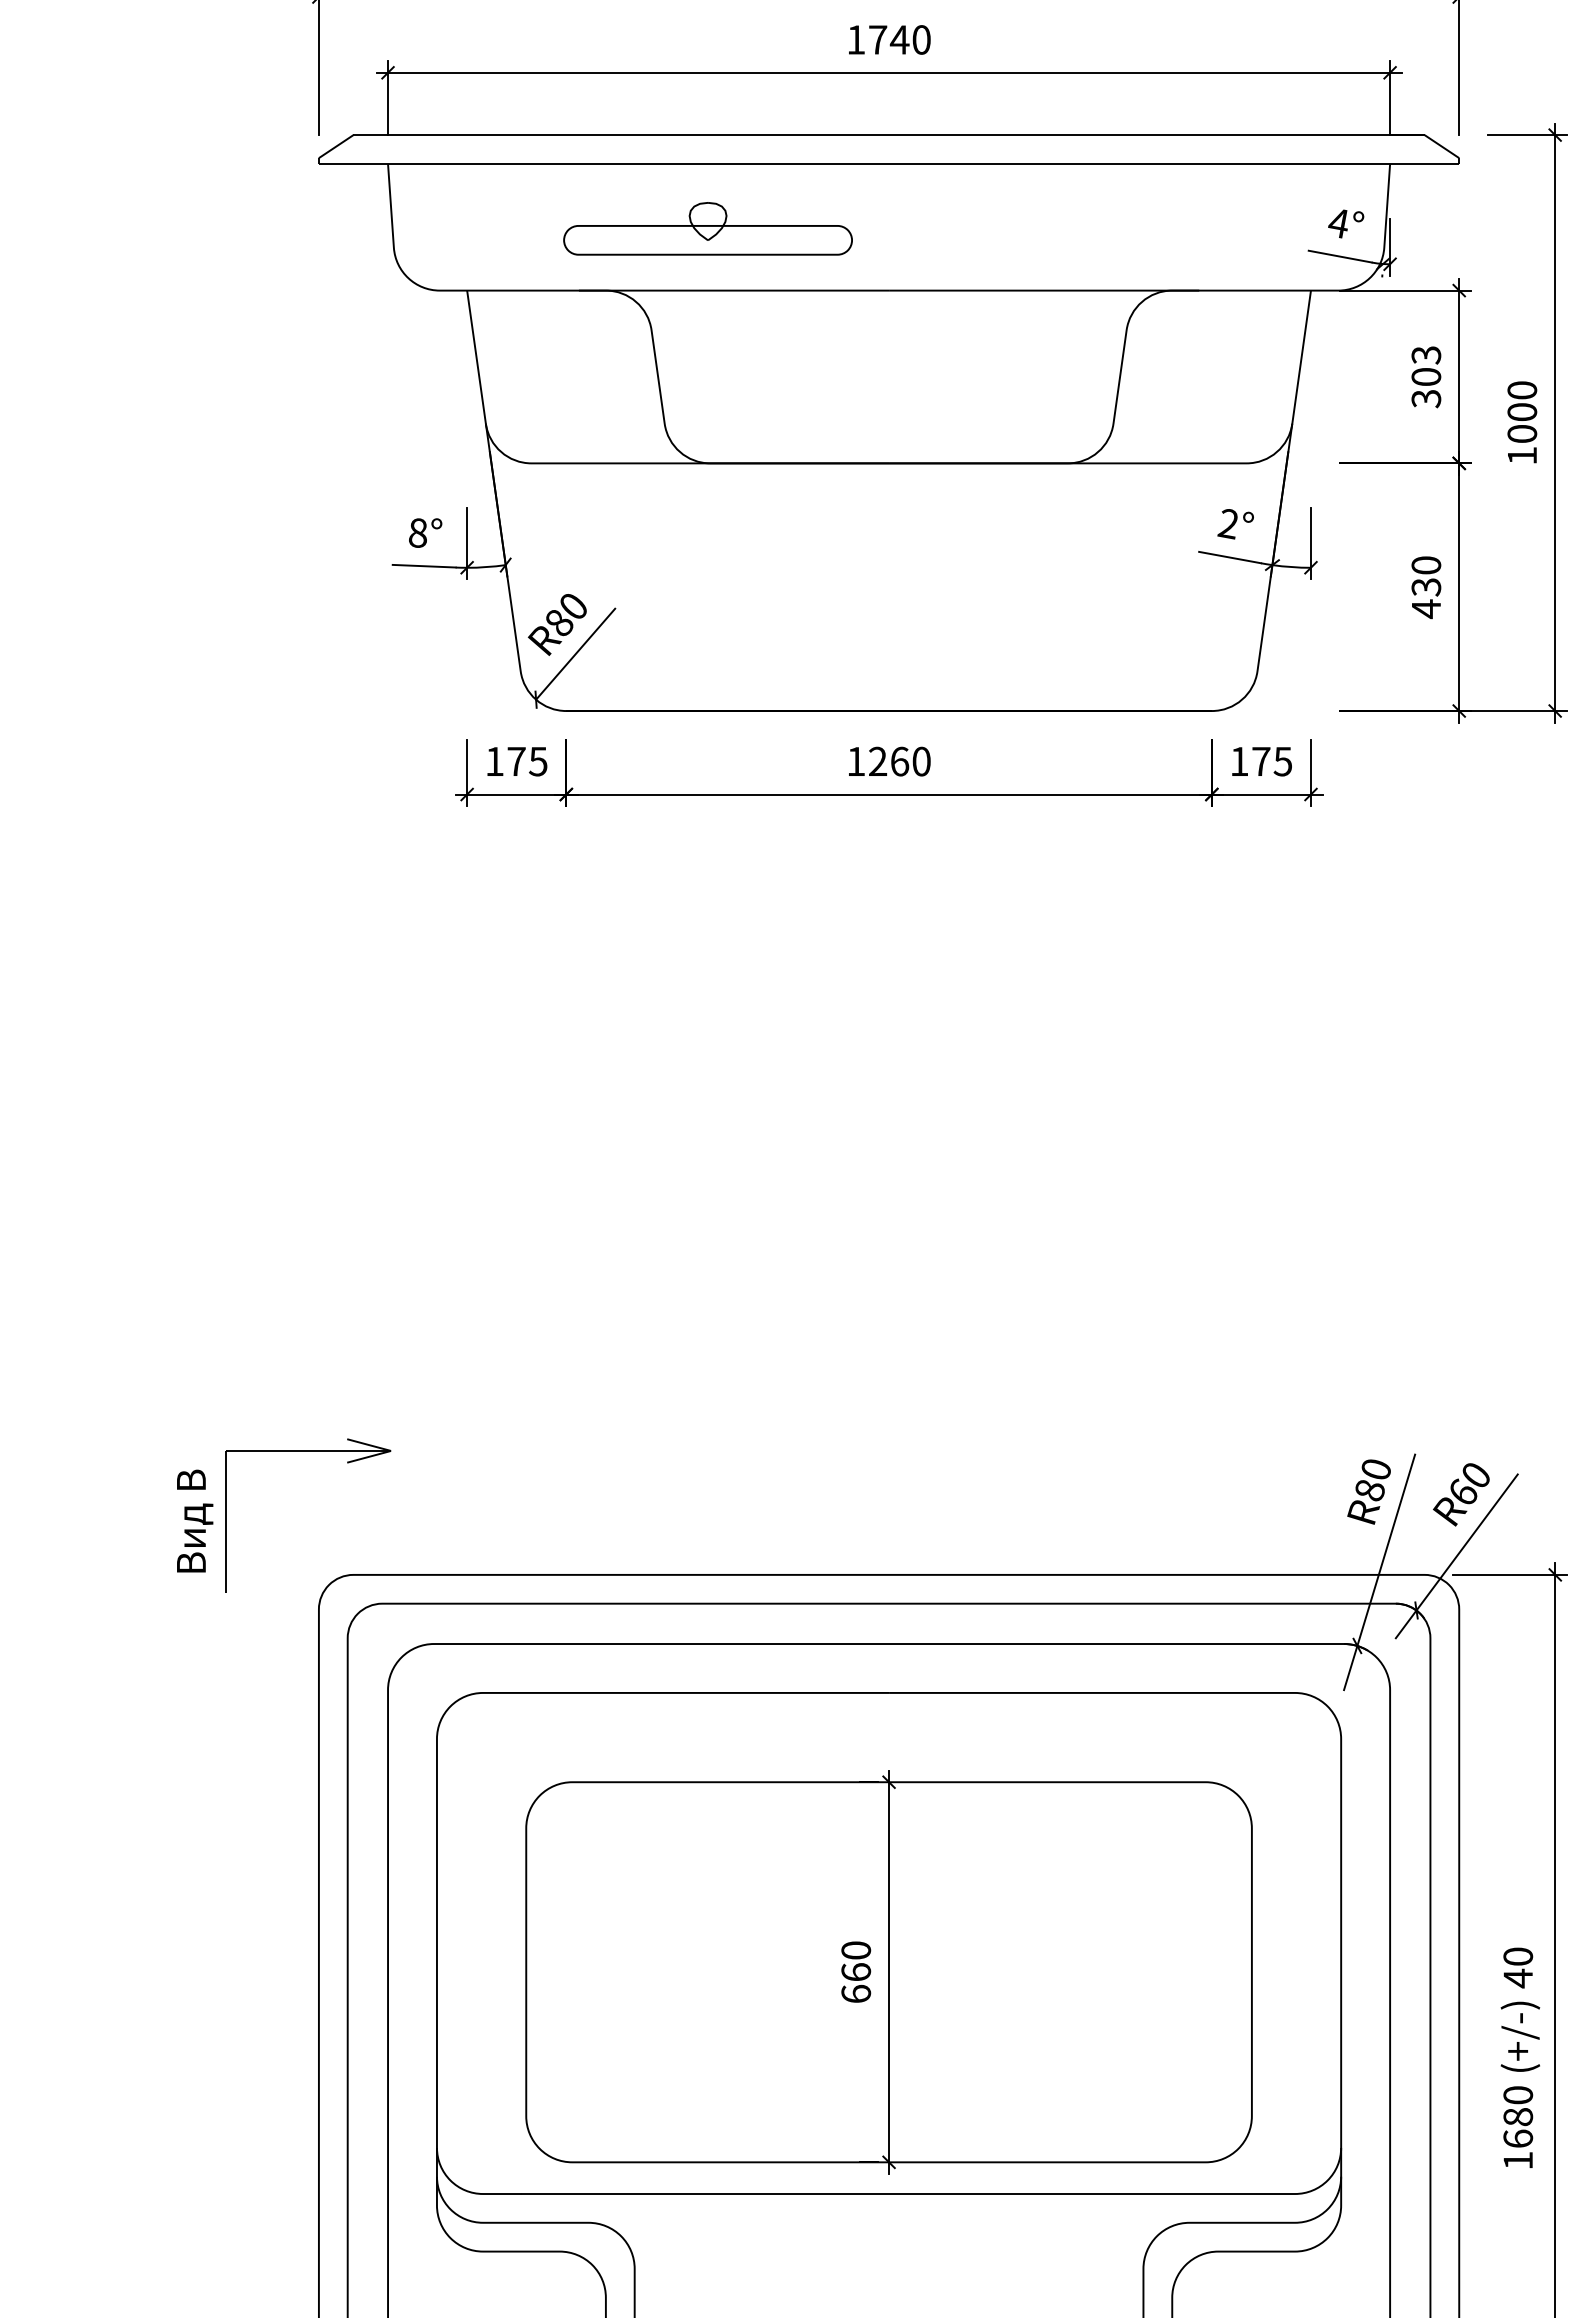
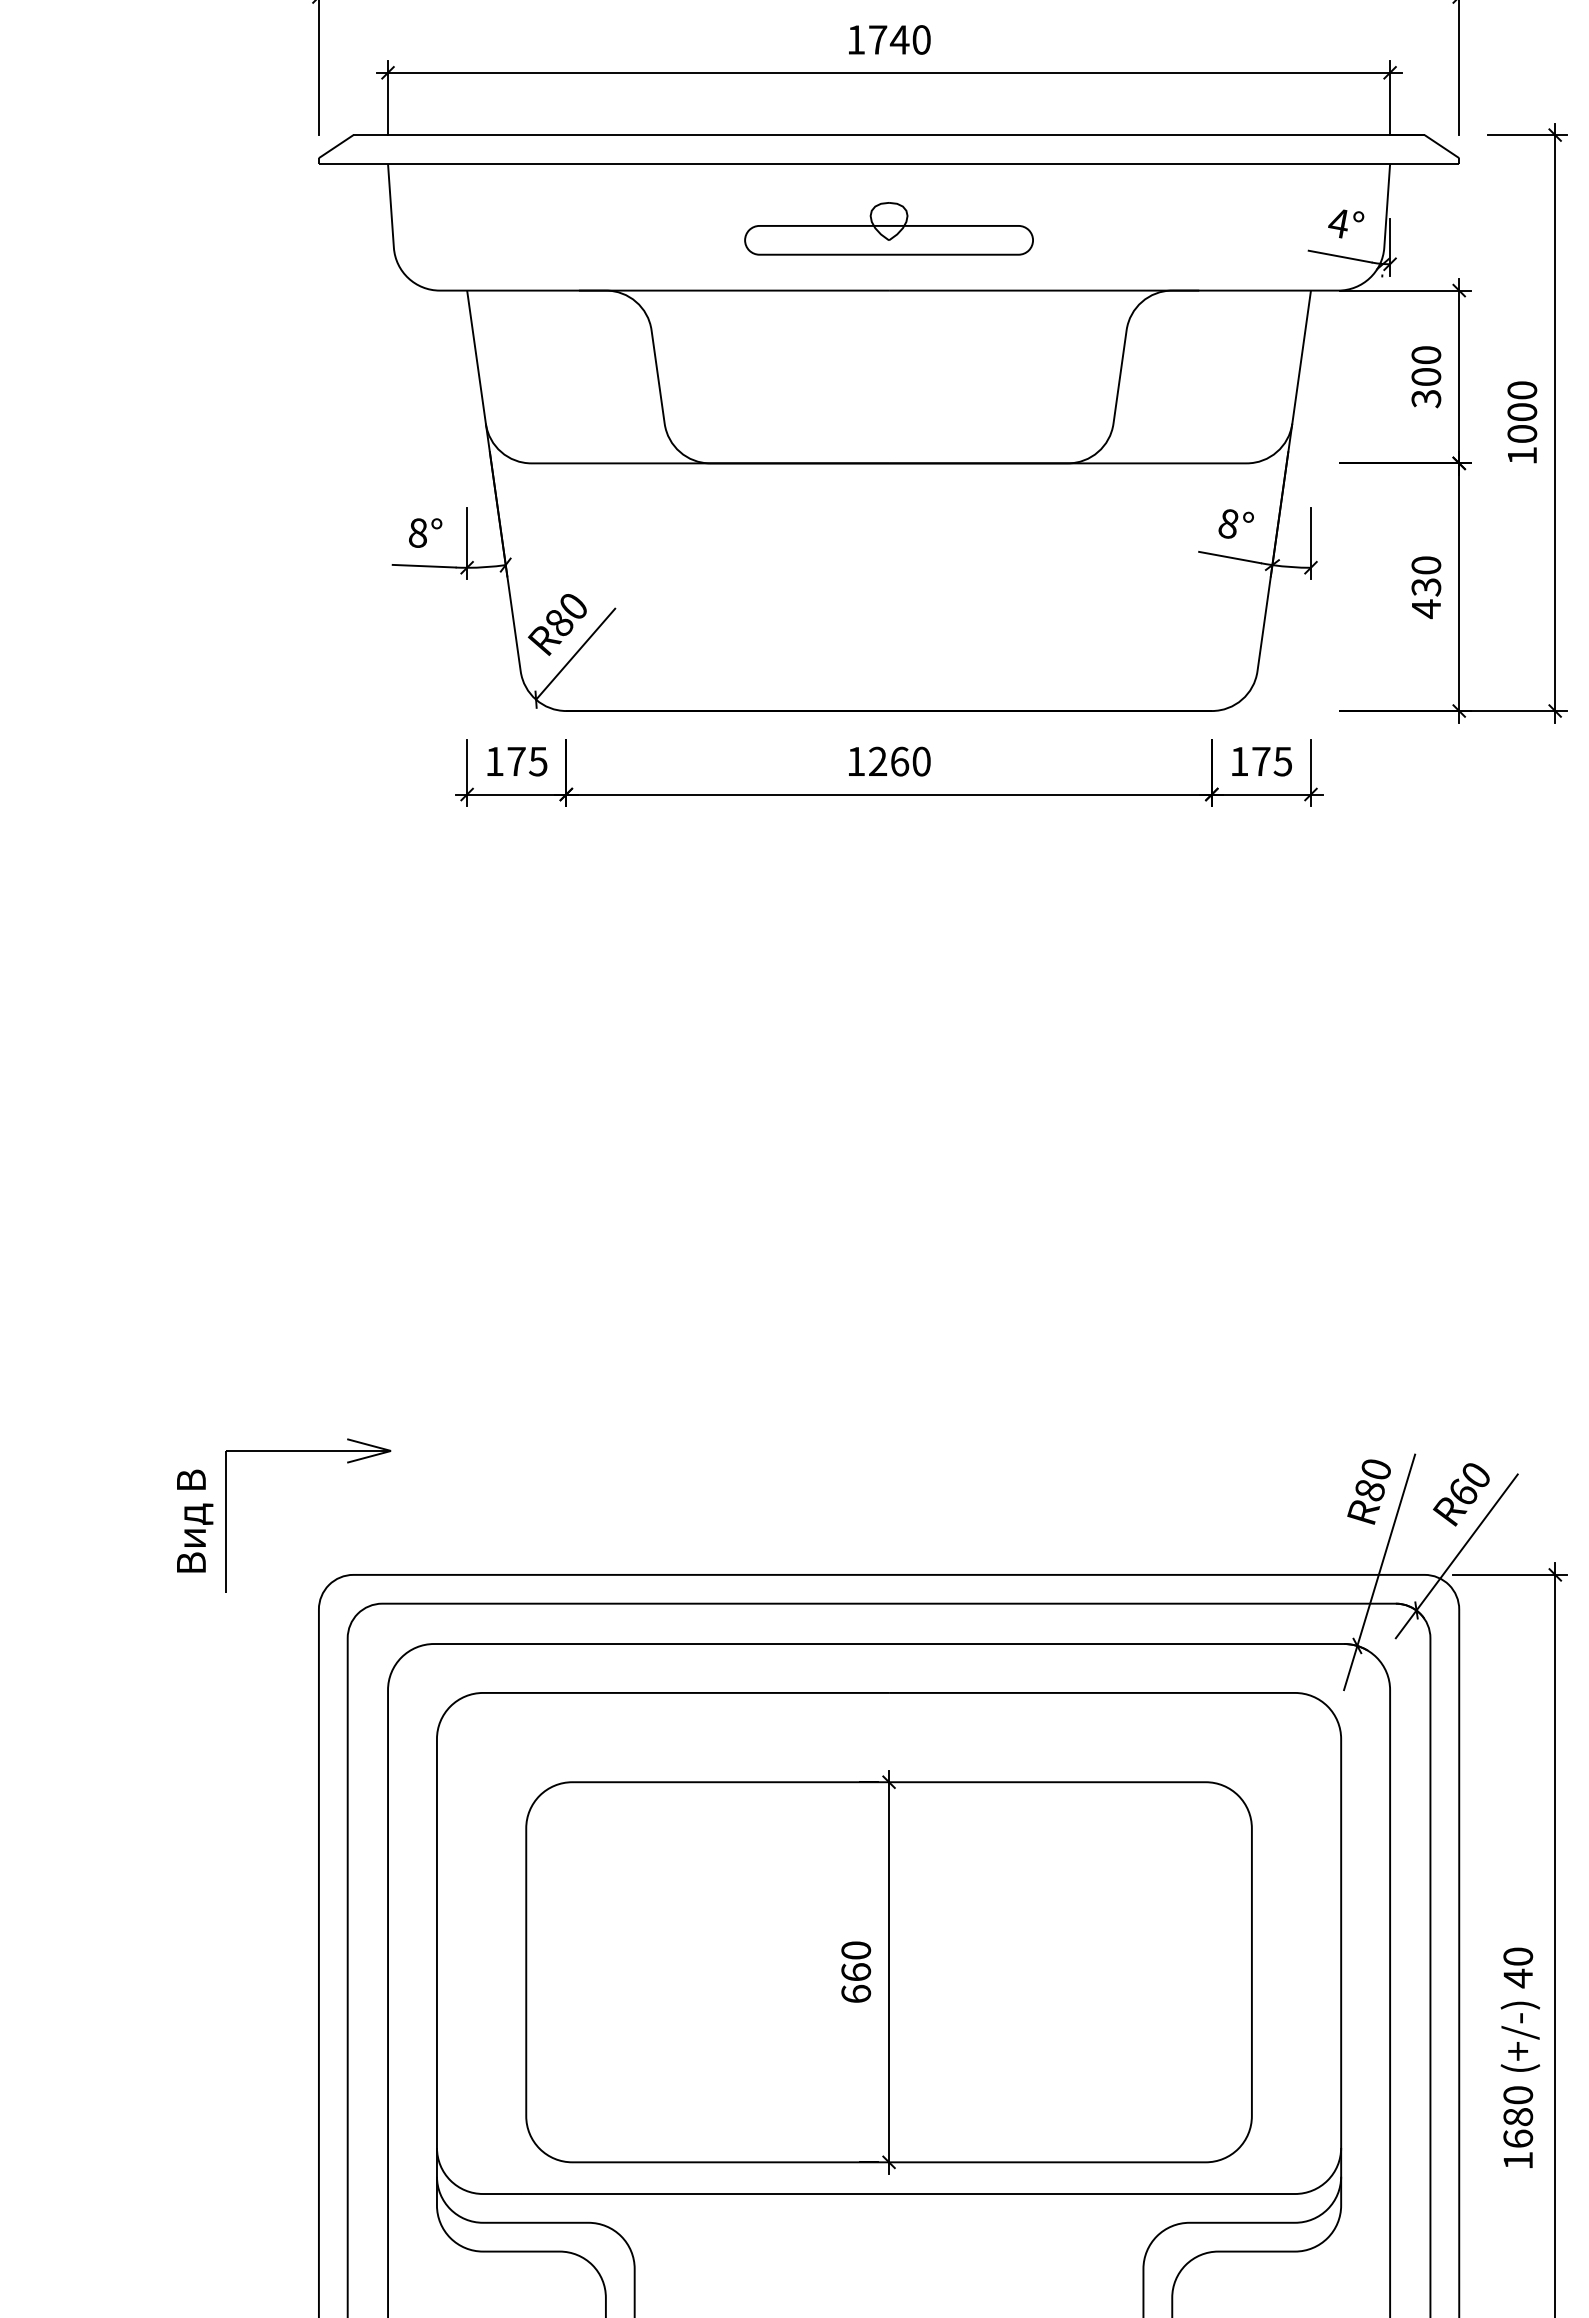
part at (707, 228) position: (707, 228) -> (888, 228)
text at (1426, 355): 303 -> 300
text at (1227, 524): 2° -> 8°
